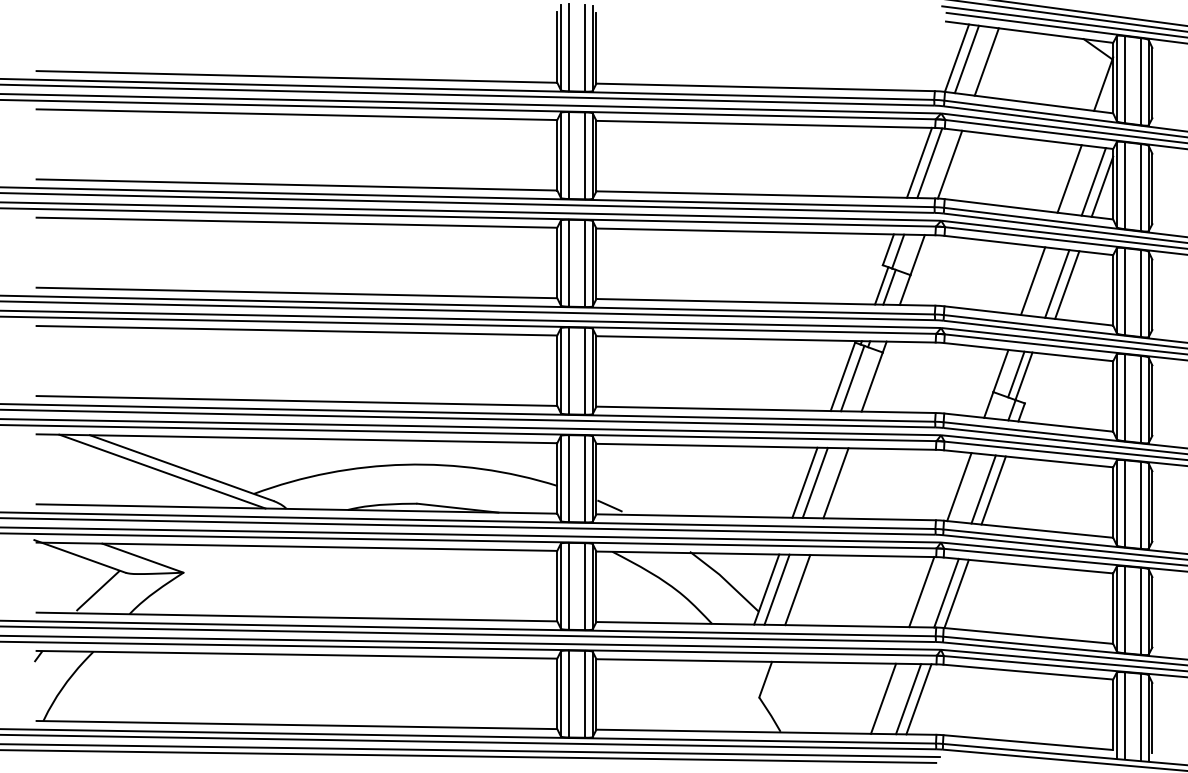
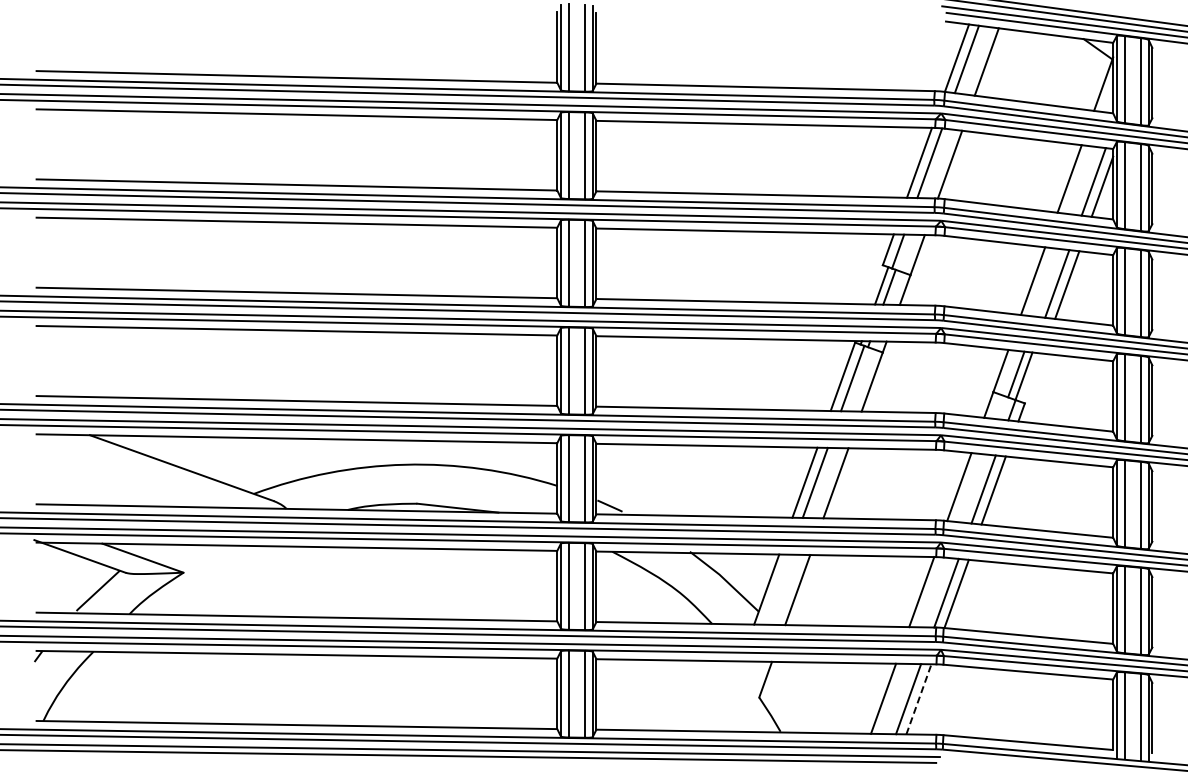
line at (162, 471): present -> none
line at (776, 589): present -> none
line at (919, 698): solid -> dashed
